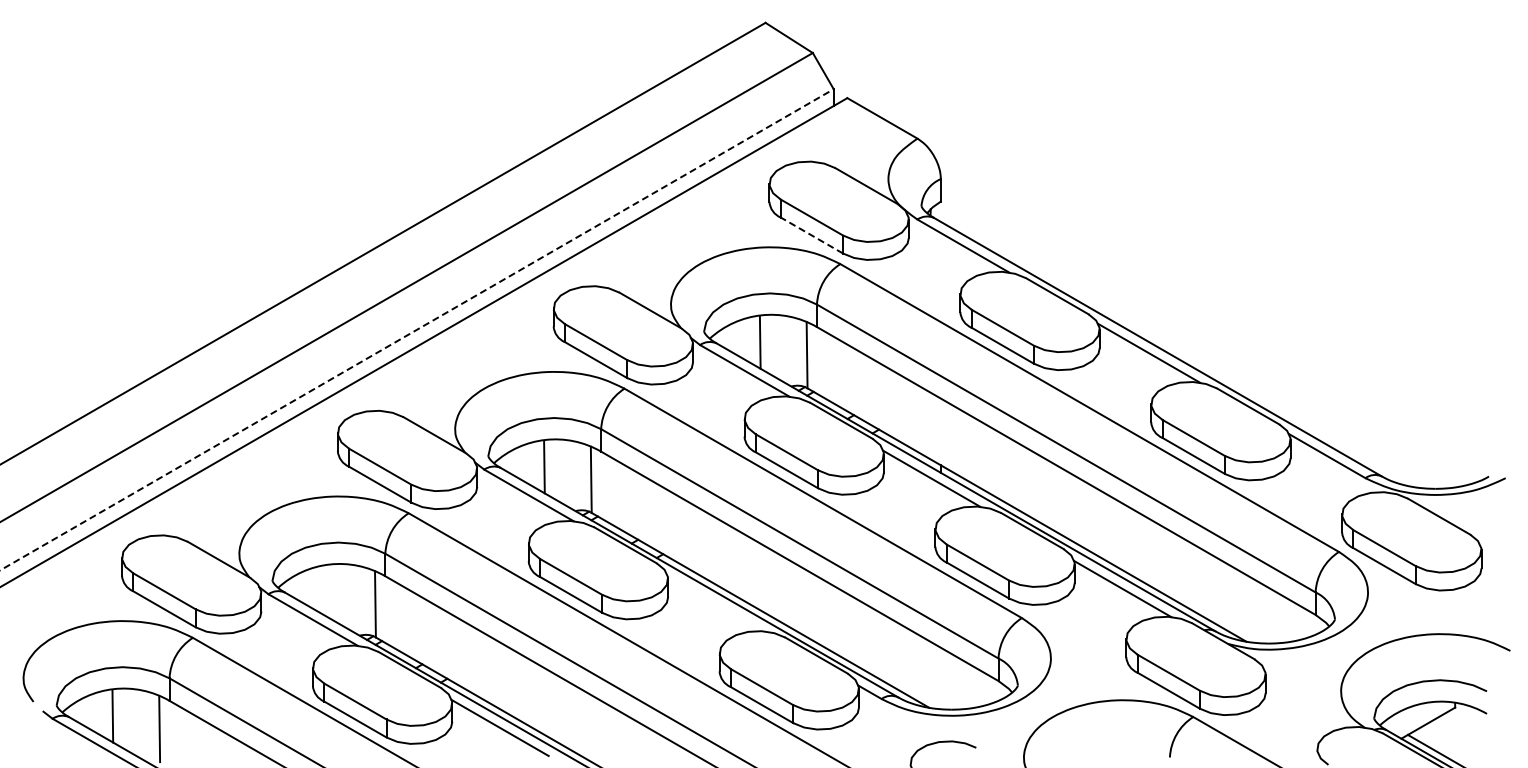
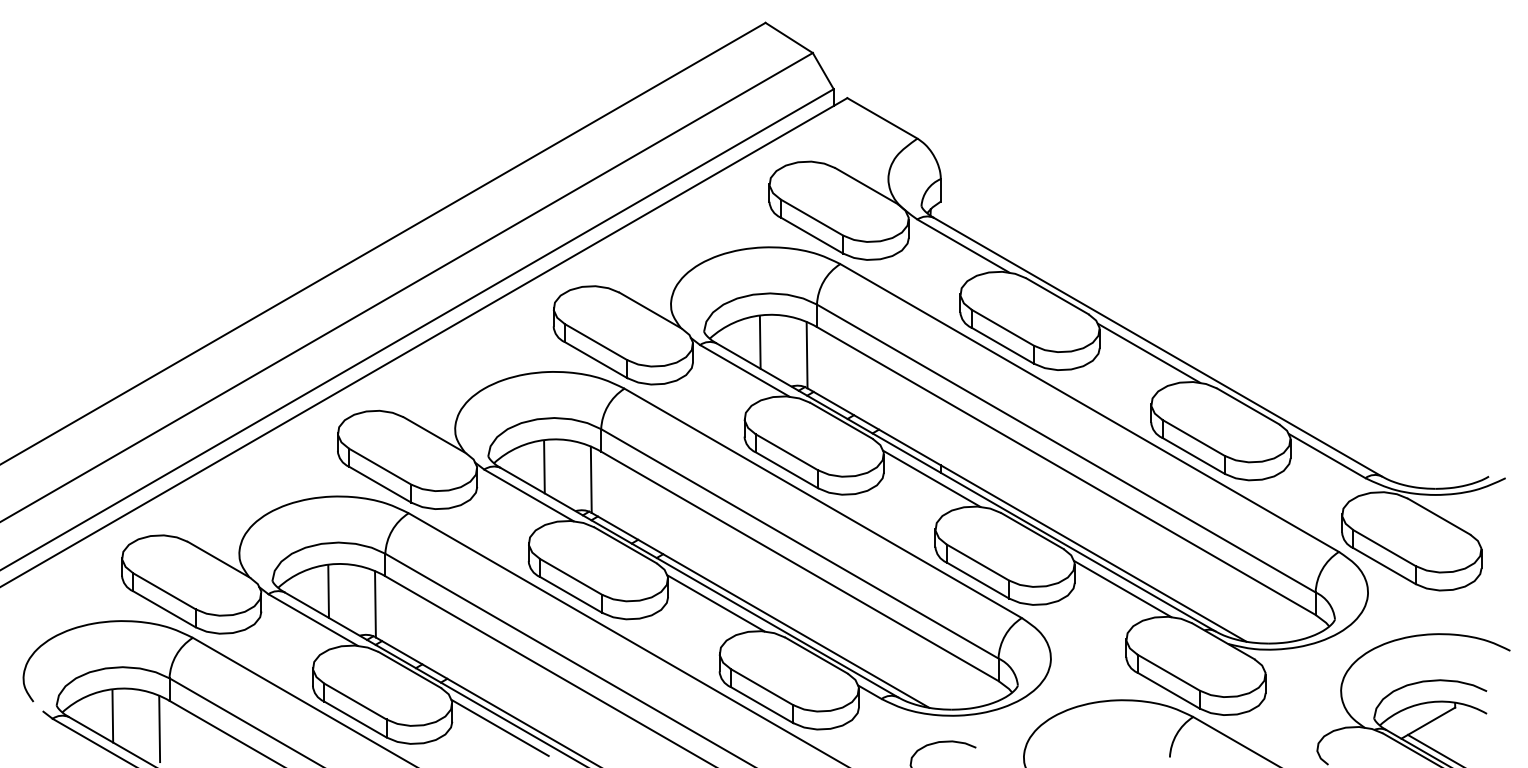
line at (811, 235): dashed -> solid
line at (417, 329): dashed -> solid
line at (328, 591): none -> present
line at (715, 603): none -> present
